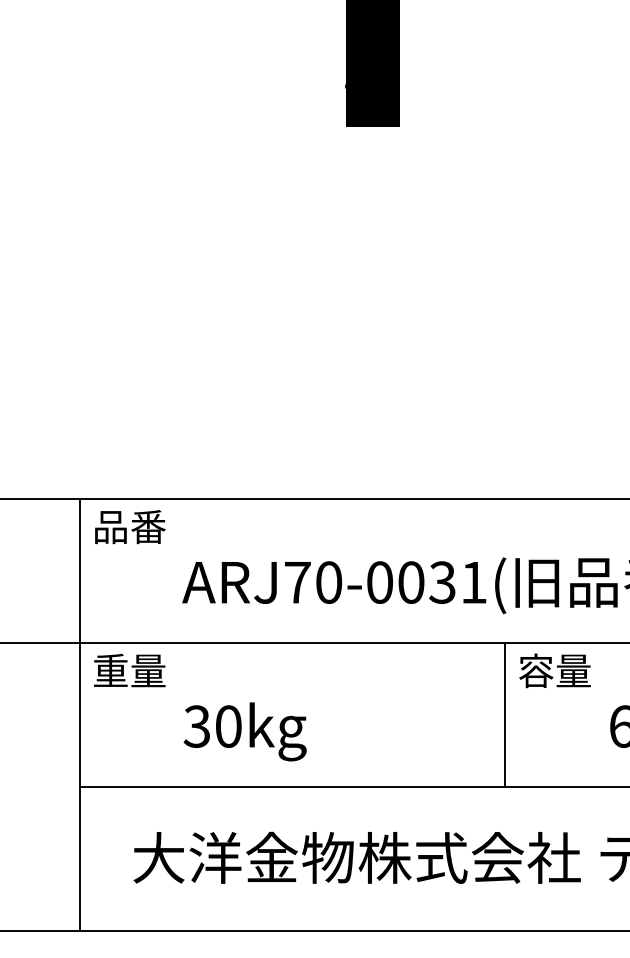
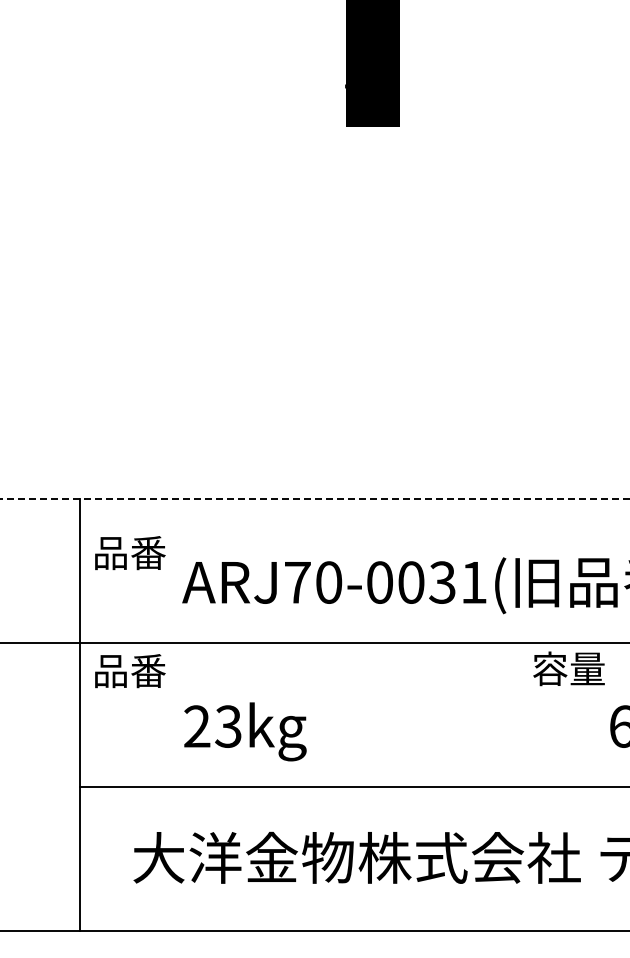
line at (314, 499): solid -> dashed
text at (130, 527) position: (130, 527) -> (130, 553)
text at (129, 670): 重量 -> 品番
text at (554, 670) position: (554, 670) -> (568, 668)
line at (505, 715): present -> none
text at (212, 726): 30kg -> 23kg
